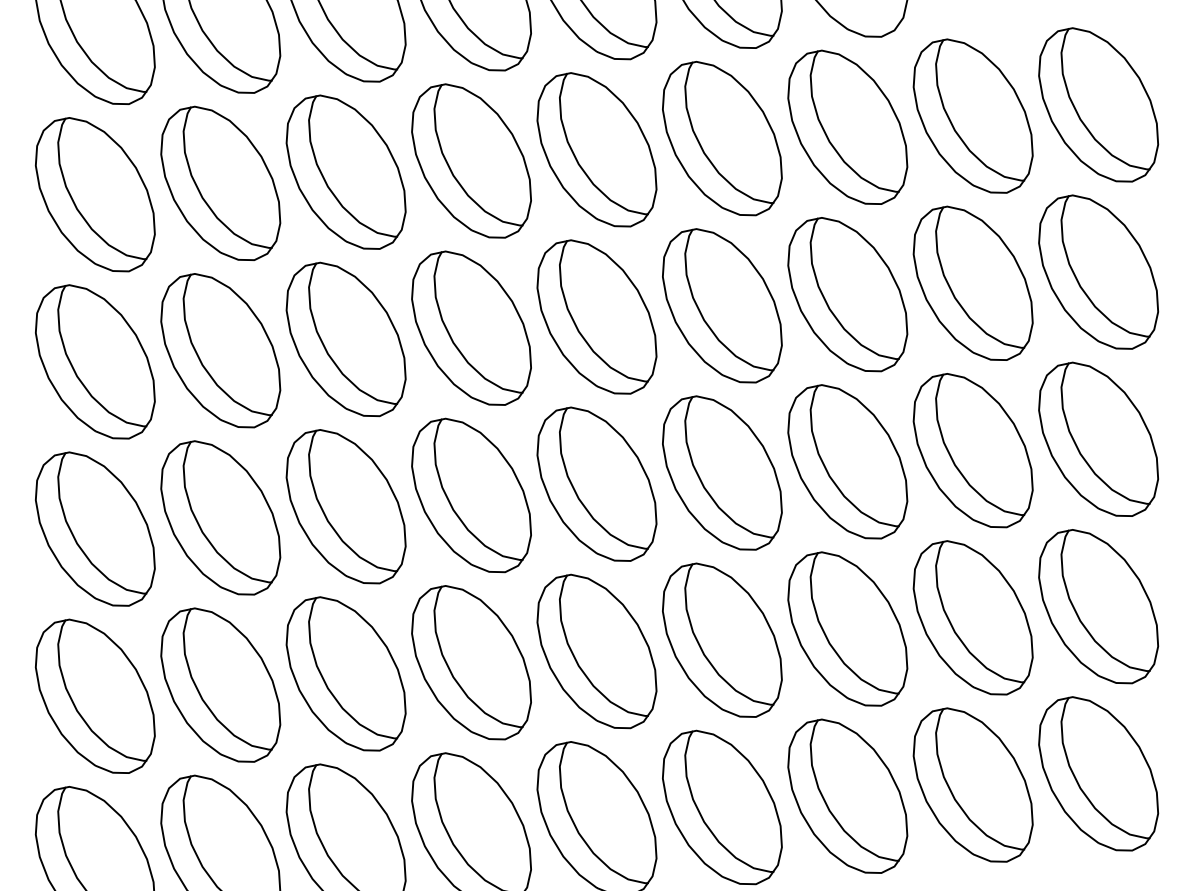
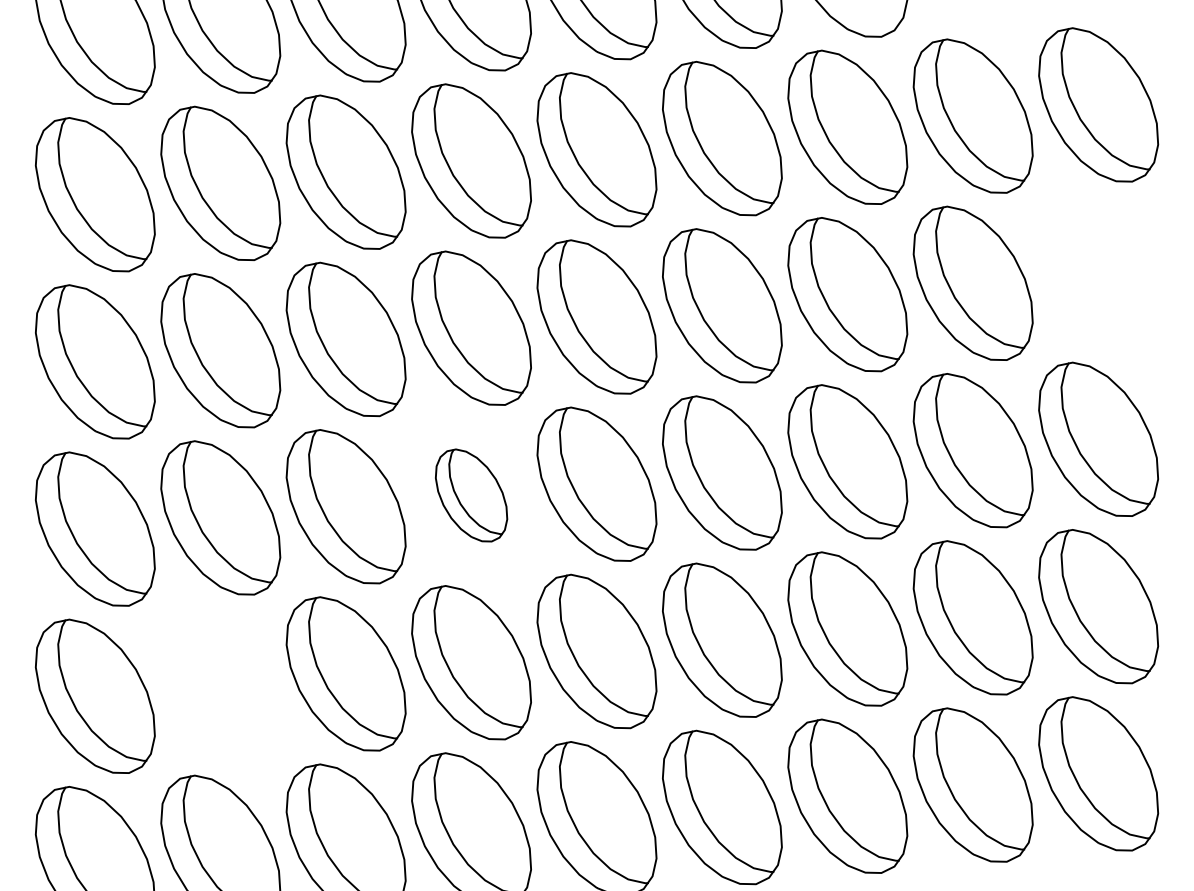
part at (1098, 271): present -> none
part at (471, 495) size: 121x157 px -> 74x95 px
part at (220, 684): present -> none
